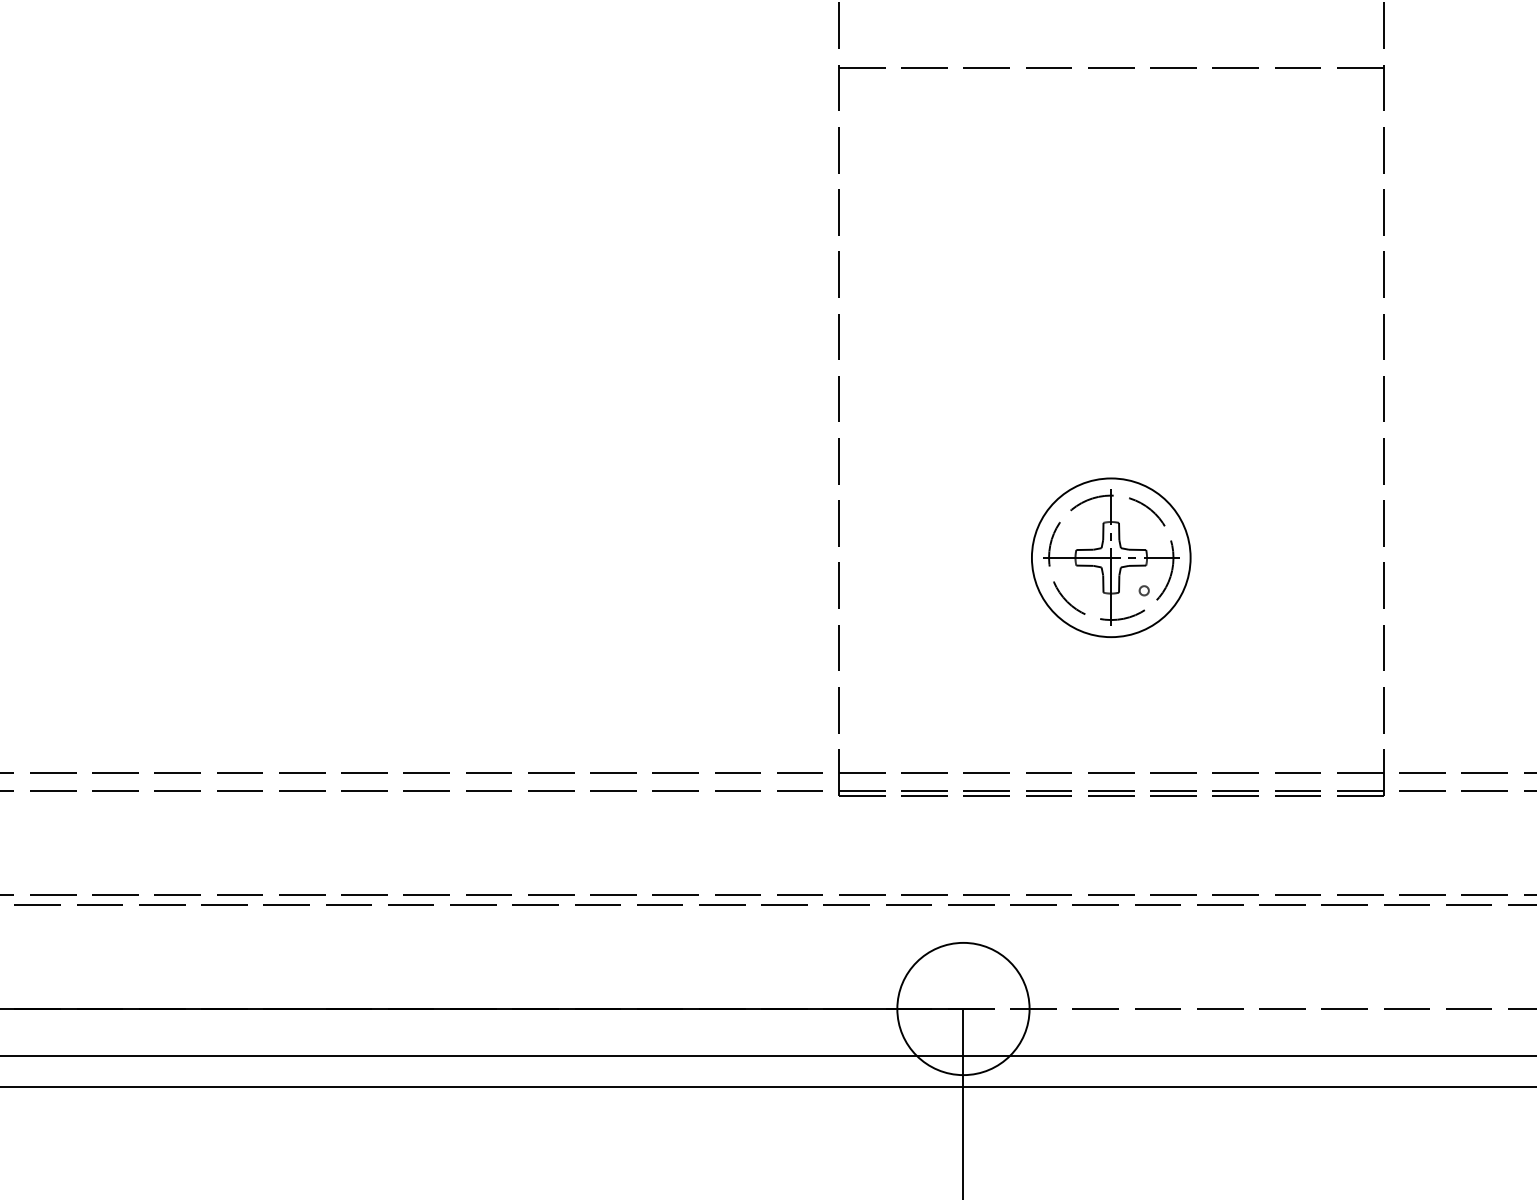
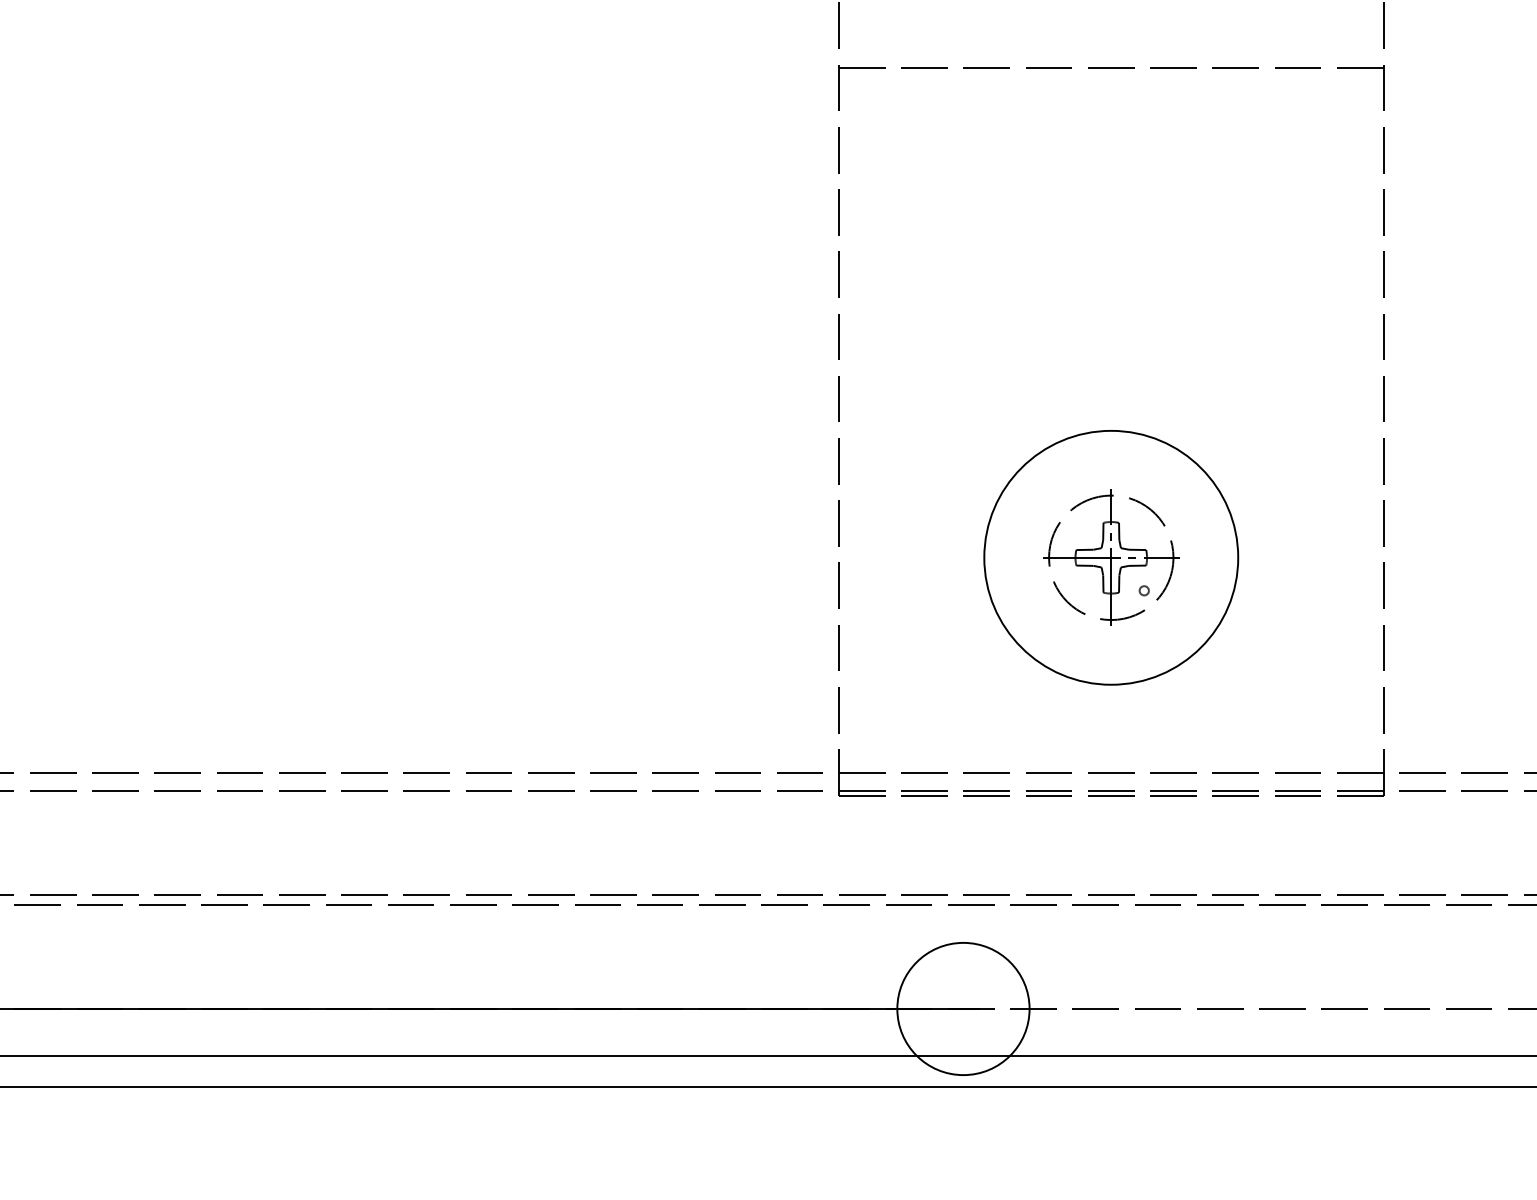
circle at (1110, 557) diameter: 159 px -> 254 px
line at (963, 1102): present -> none
